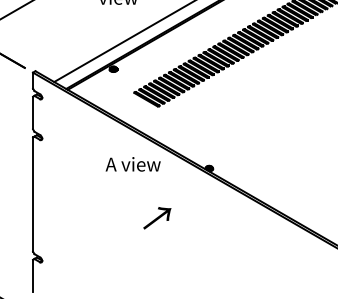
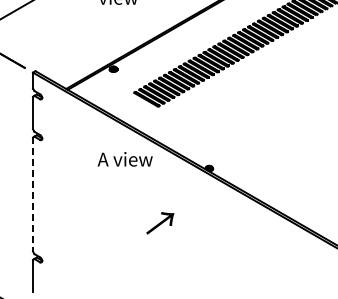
line at (123, 42): present -> none
text at (132, 164) position: (132, 164) -> (124, 159)
line at (33, 195): solid -> dashed
text at (157, 218) position: (157, 218) -> (160, 223)
